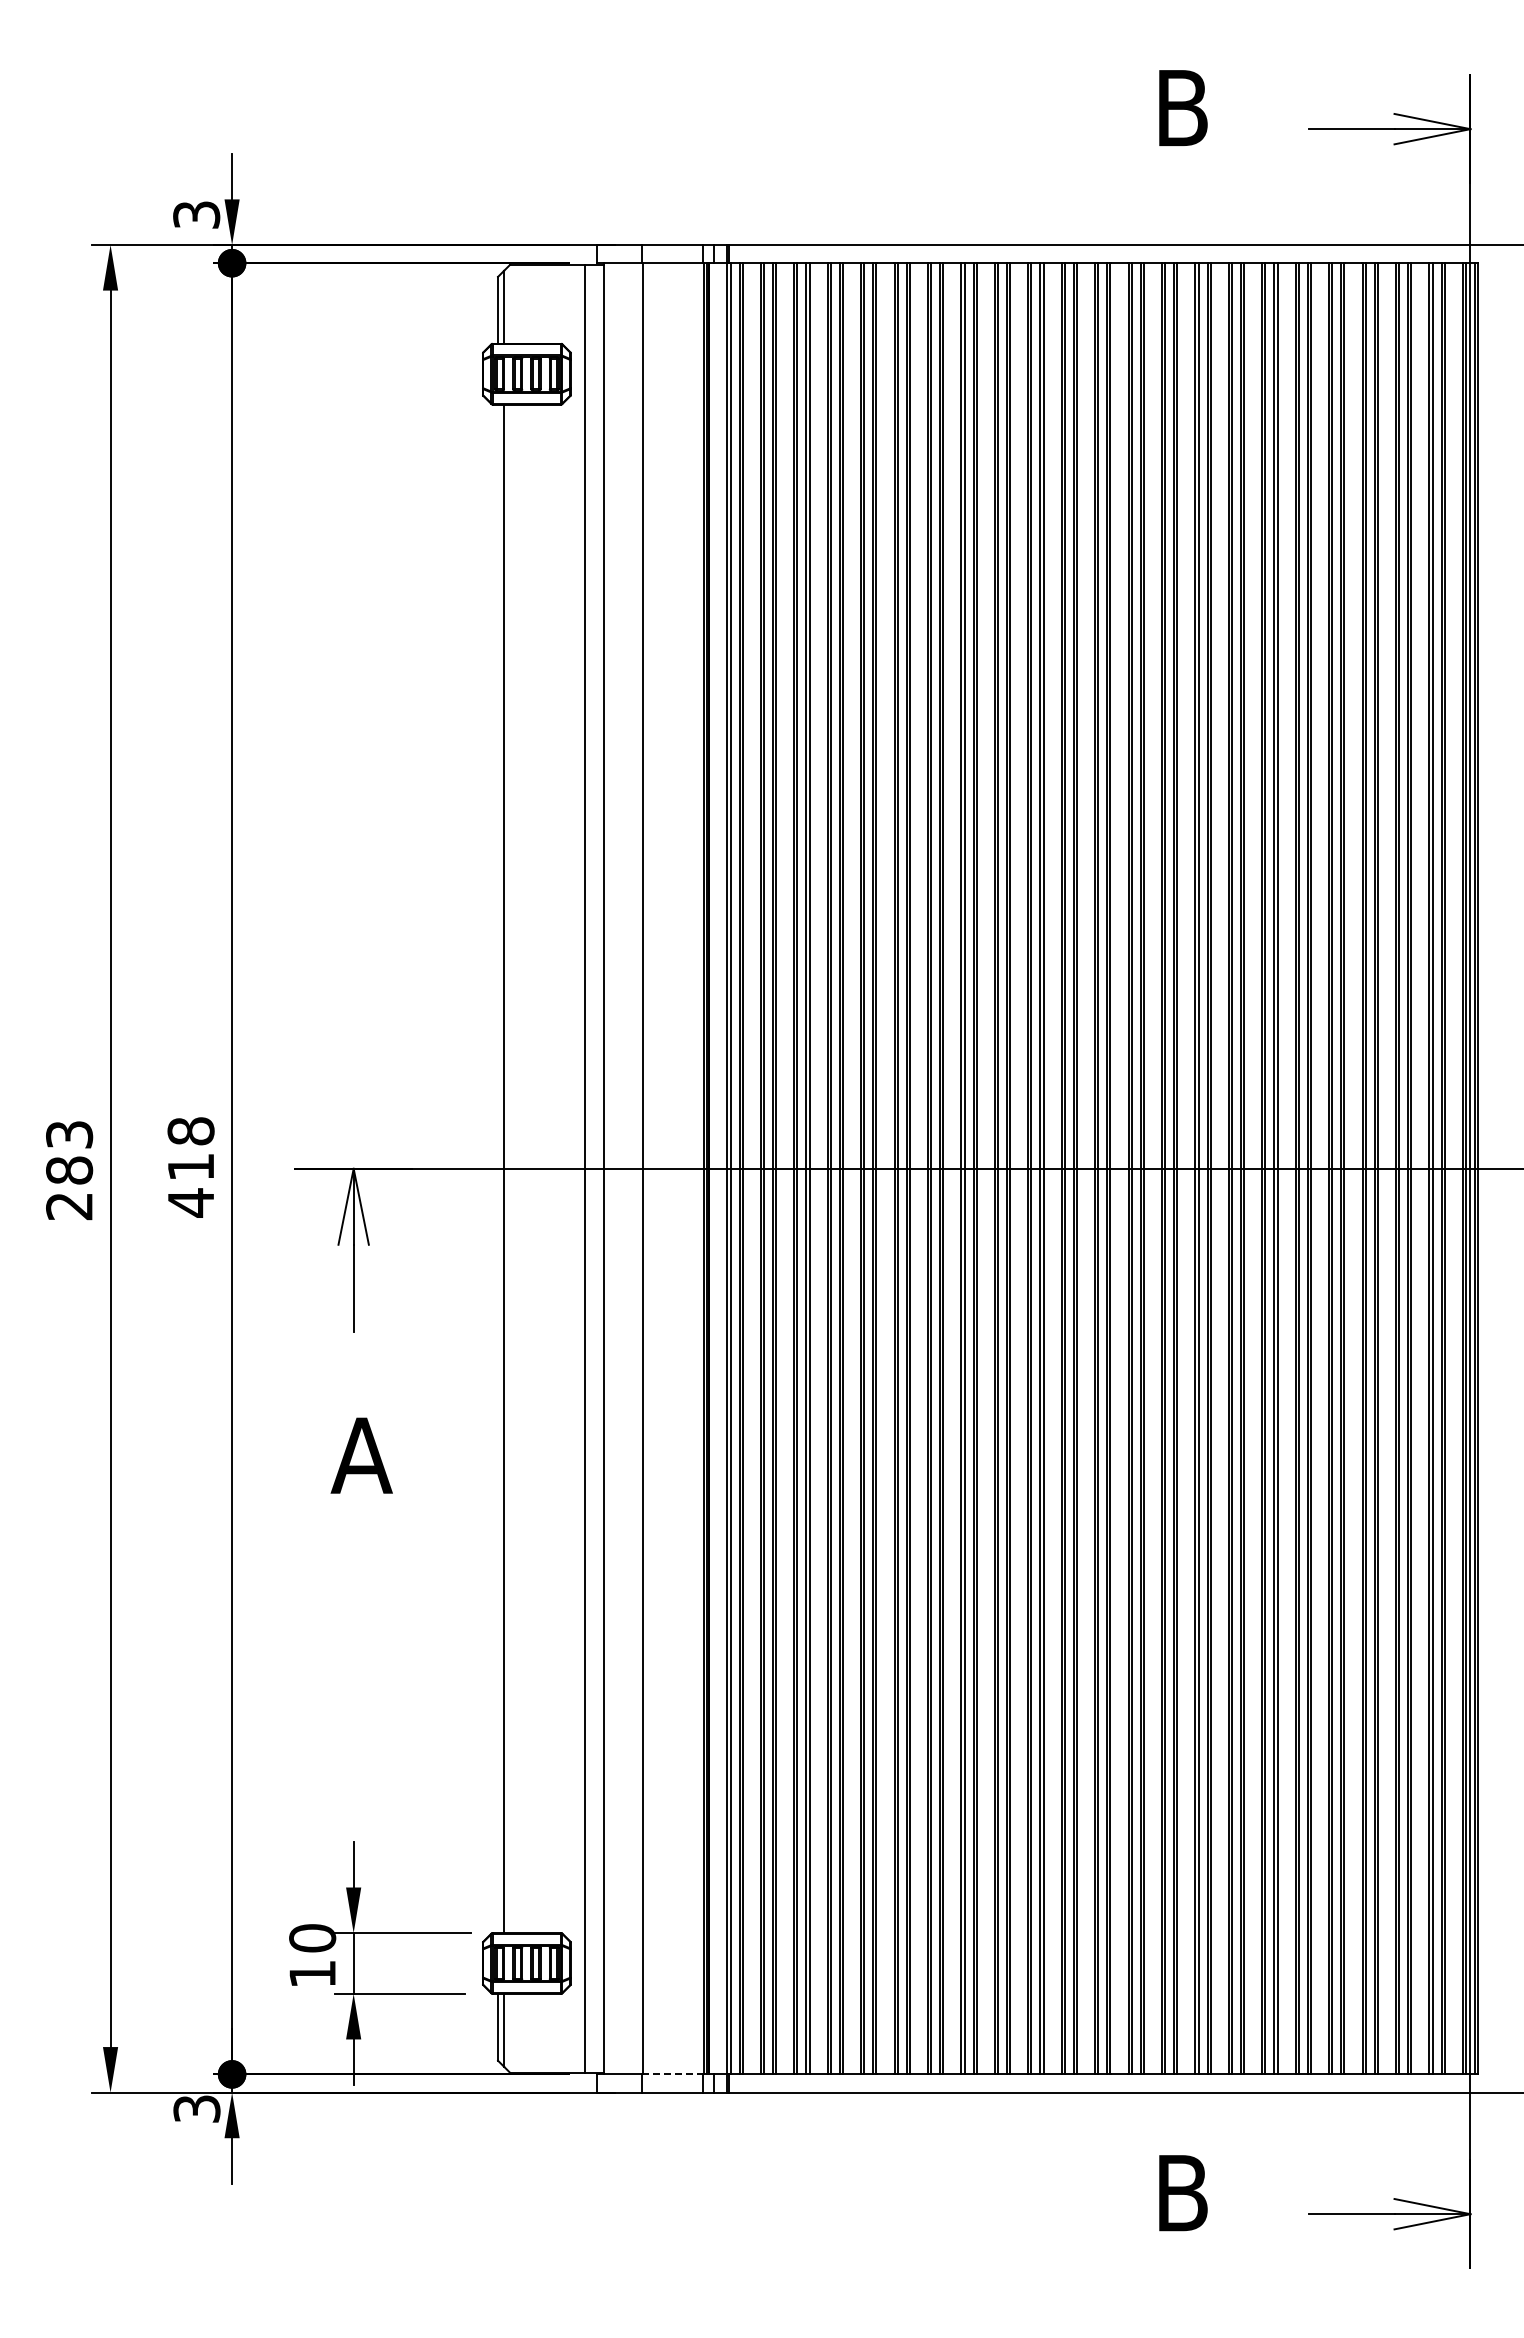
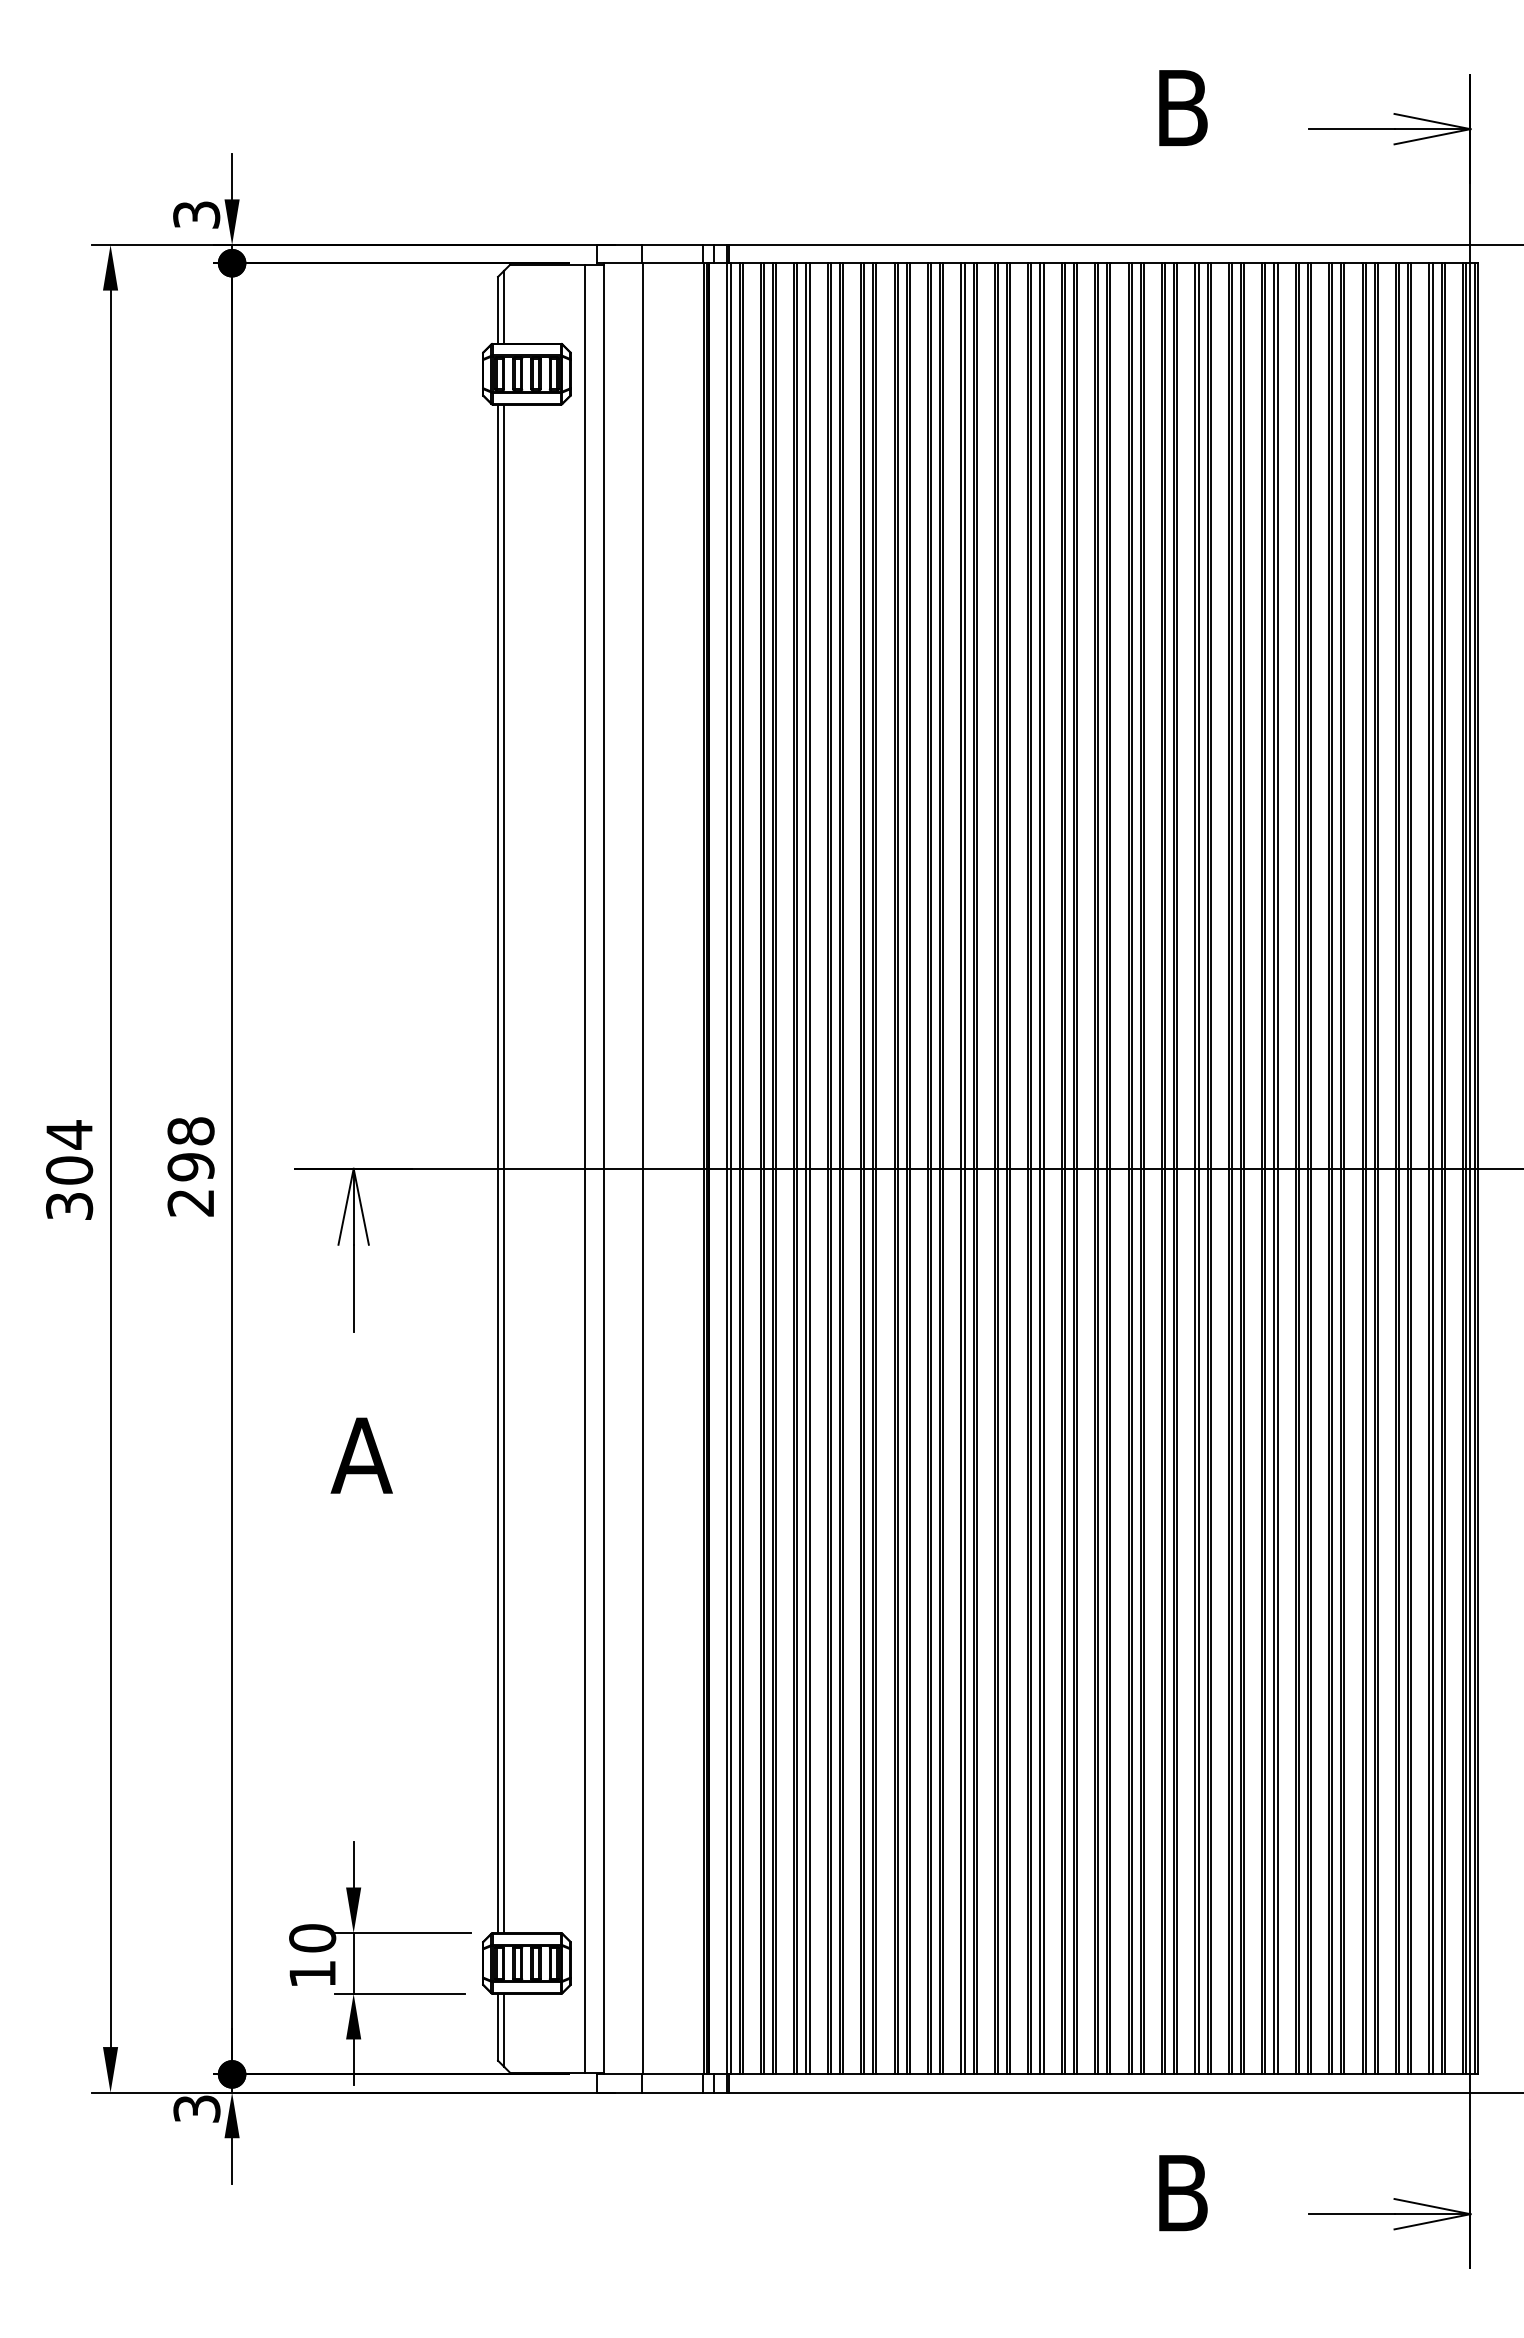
line at (498, 1168): none -> present
text at (69, 1170): 283 -> 304
text at (190, 1185): 418 -> 298
line at (672, 2074): dashed -> solid
